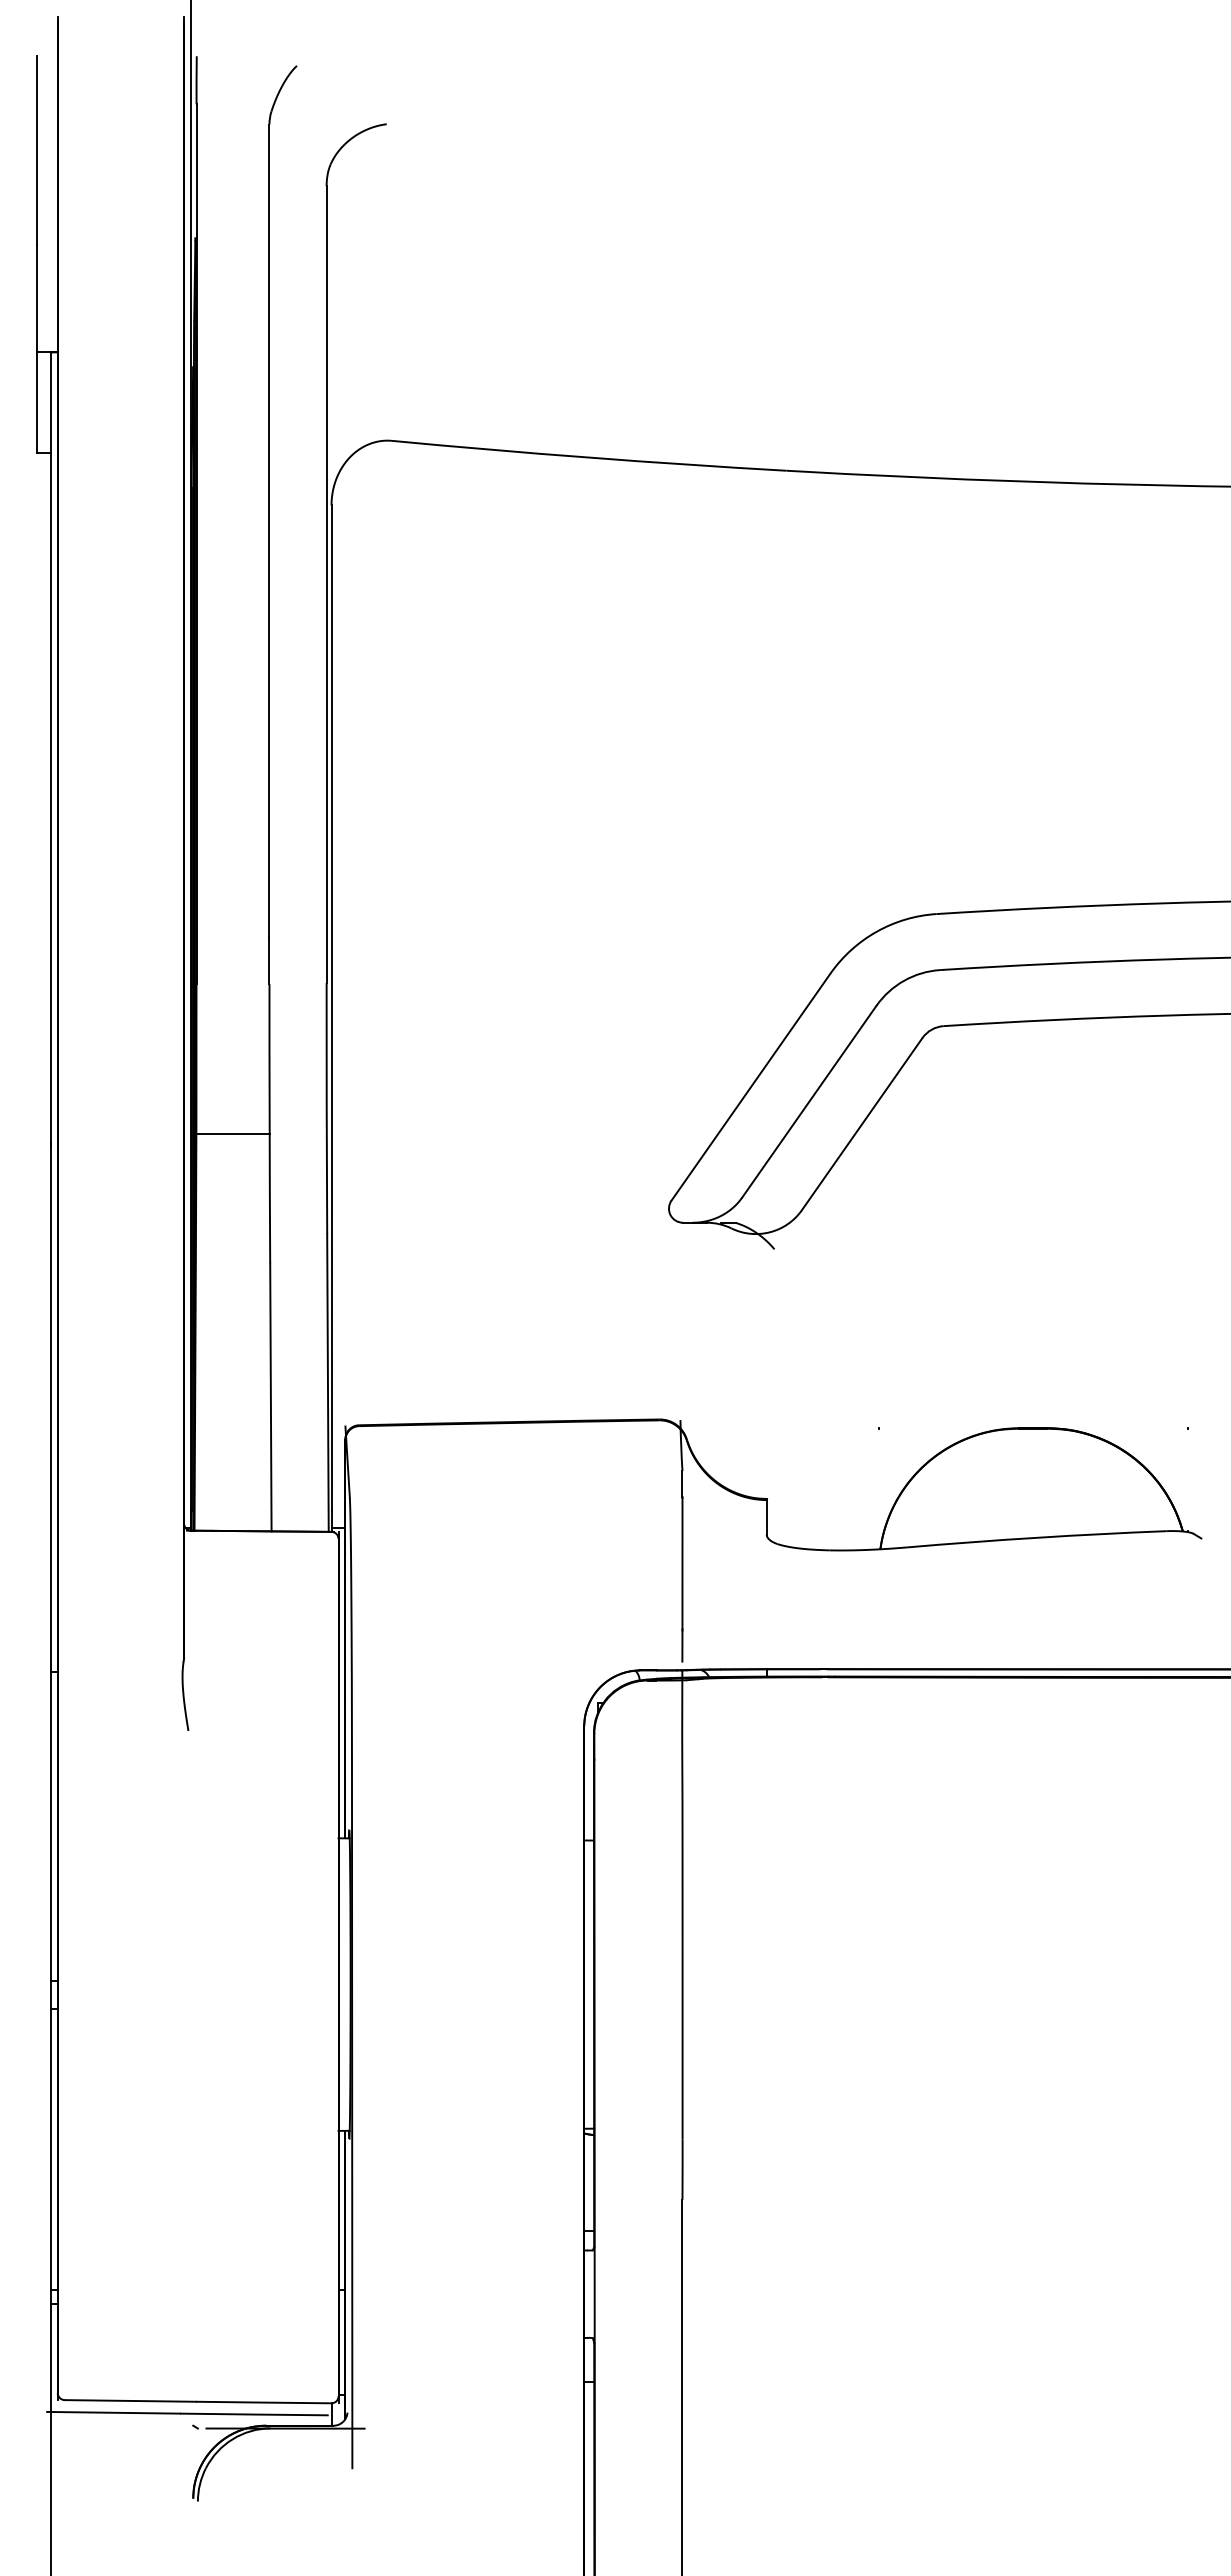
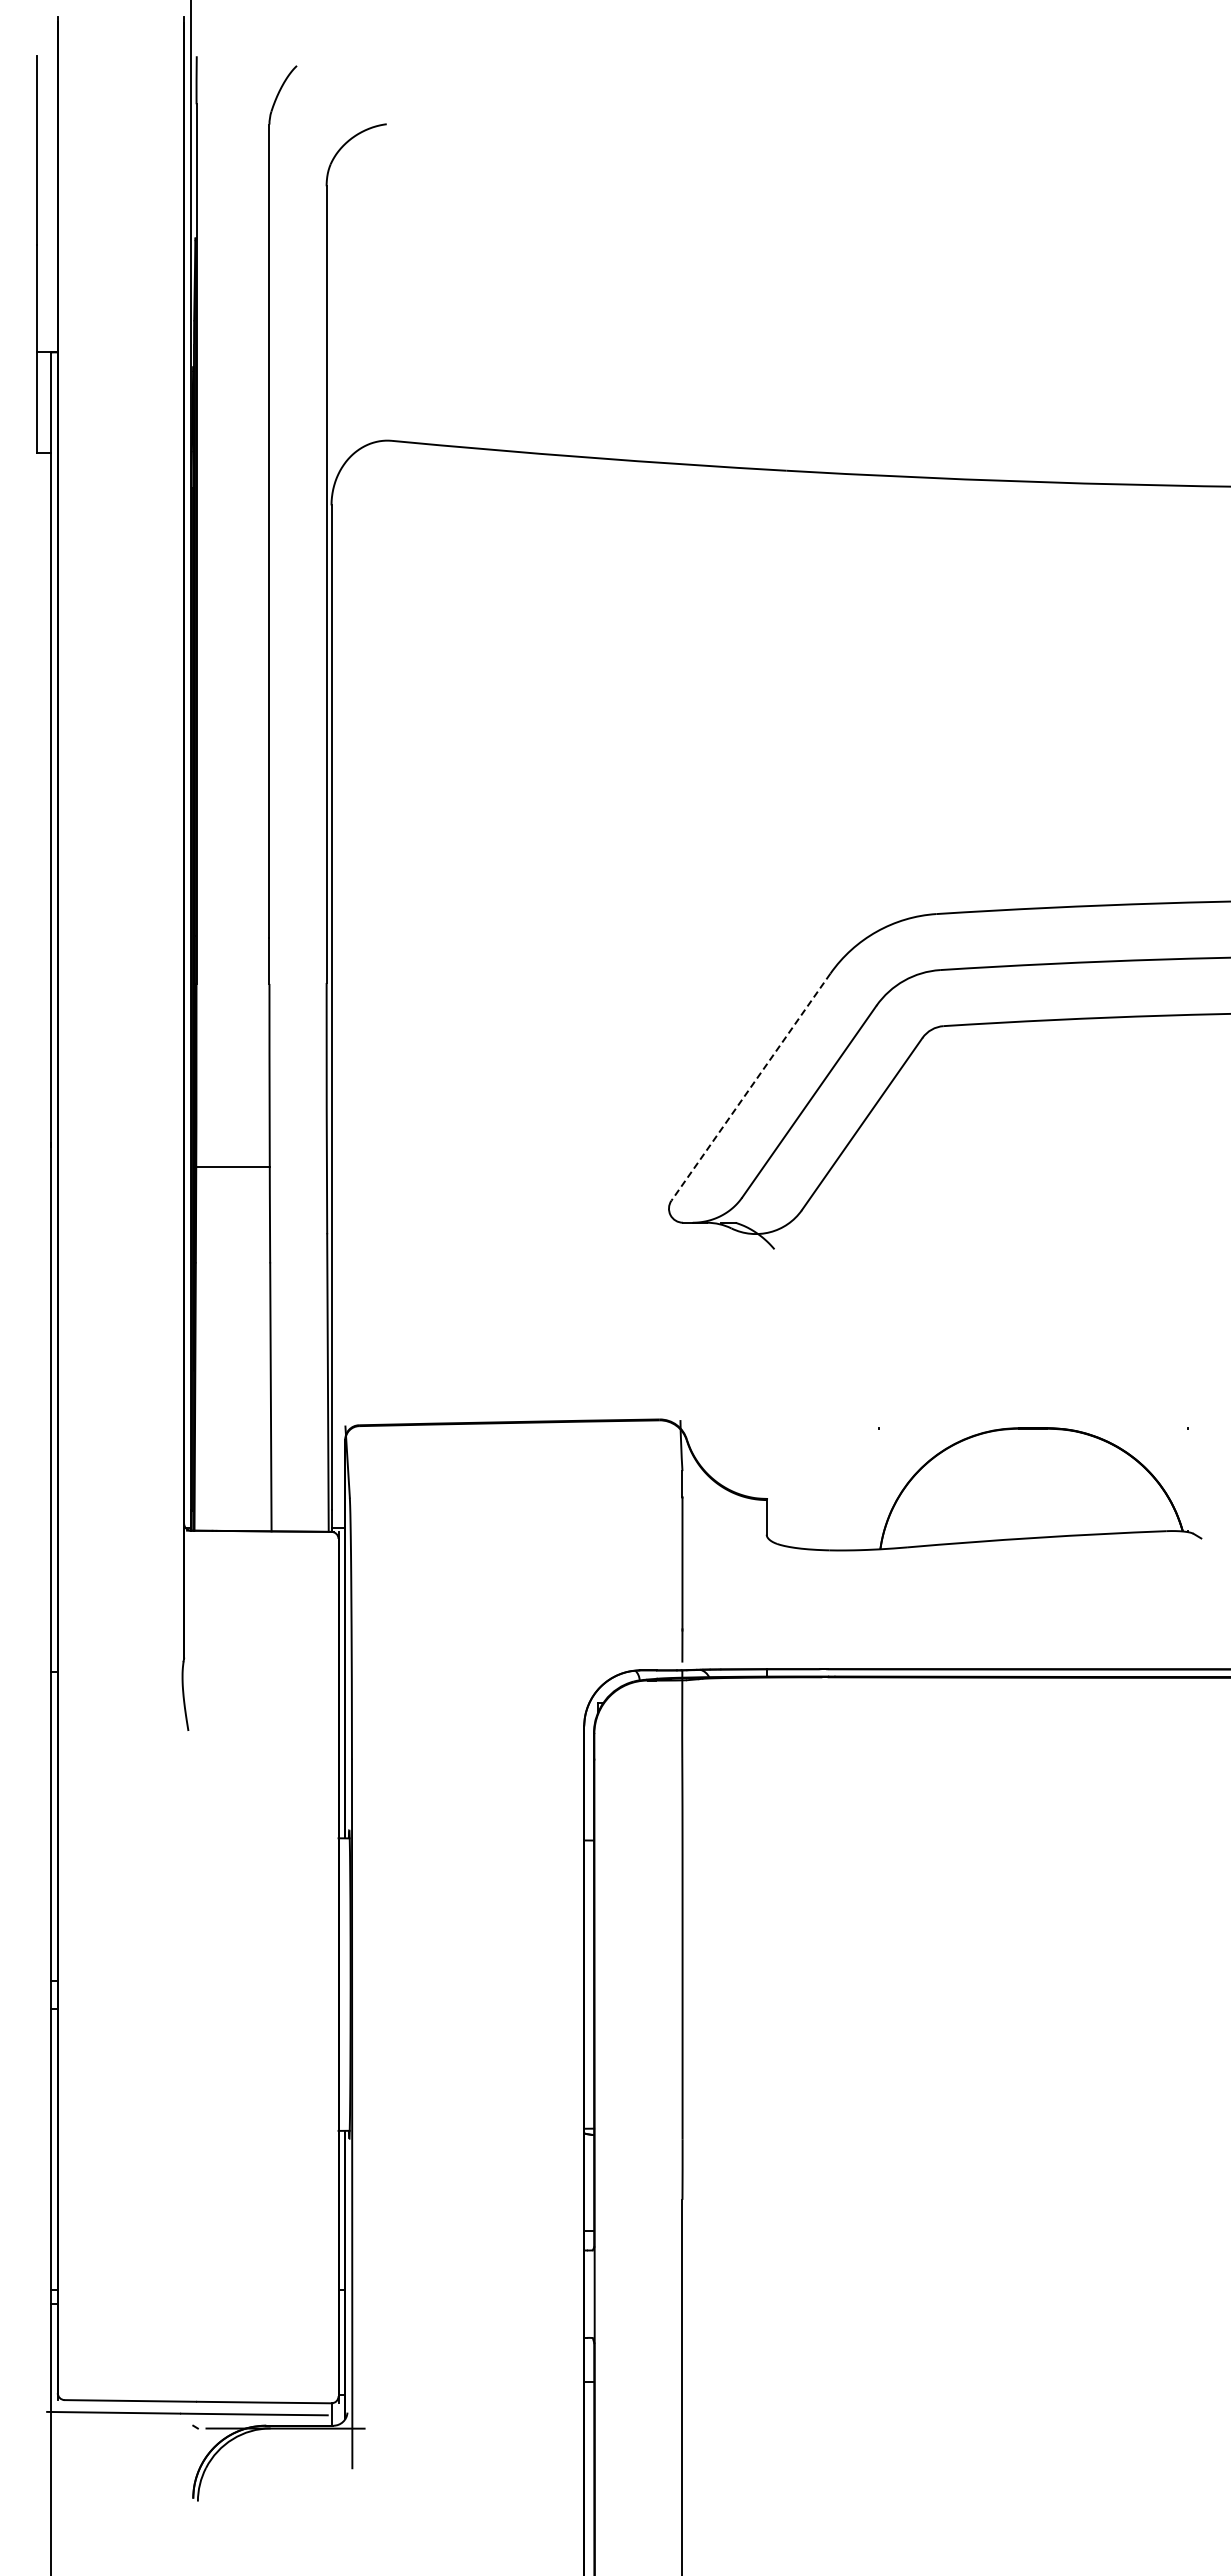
line at (750, 1087): solid -> dashed
line at (232, 1134) position: (232, 1134) -> (232, 1167)
